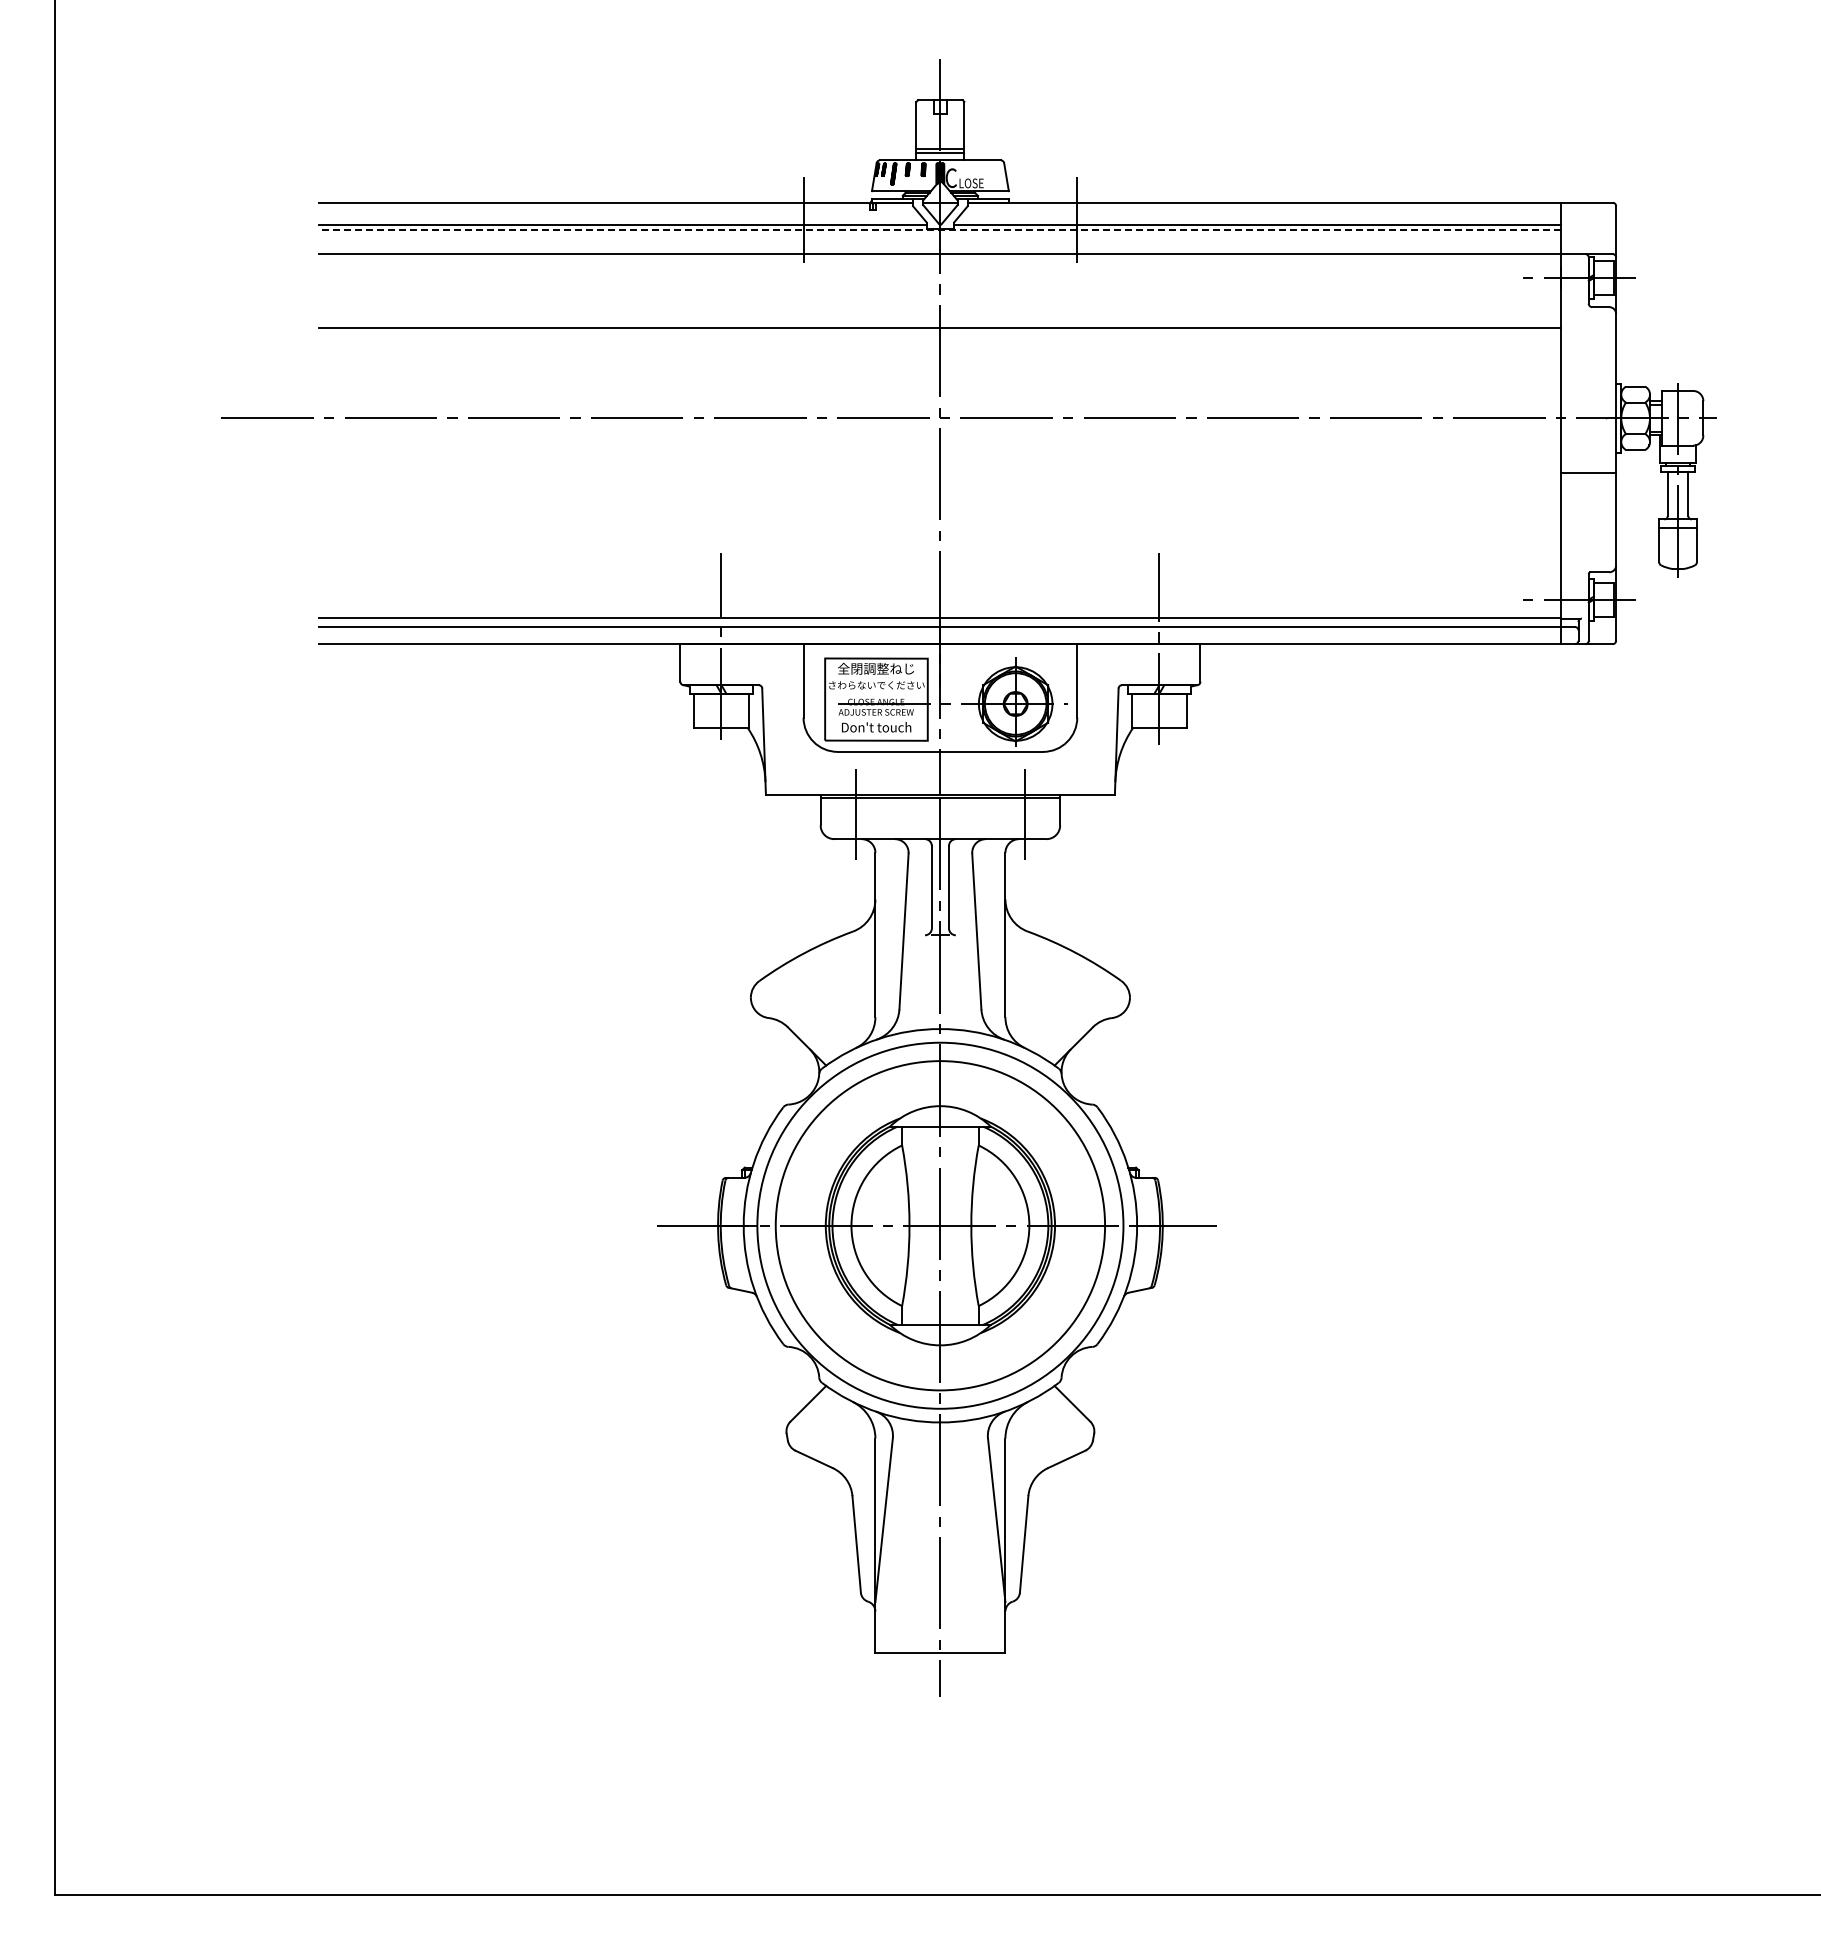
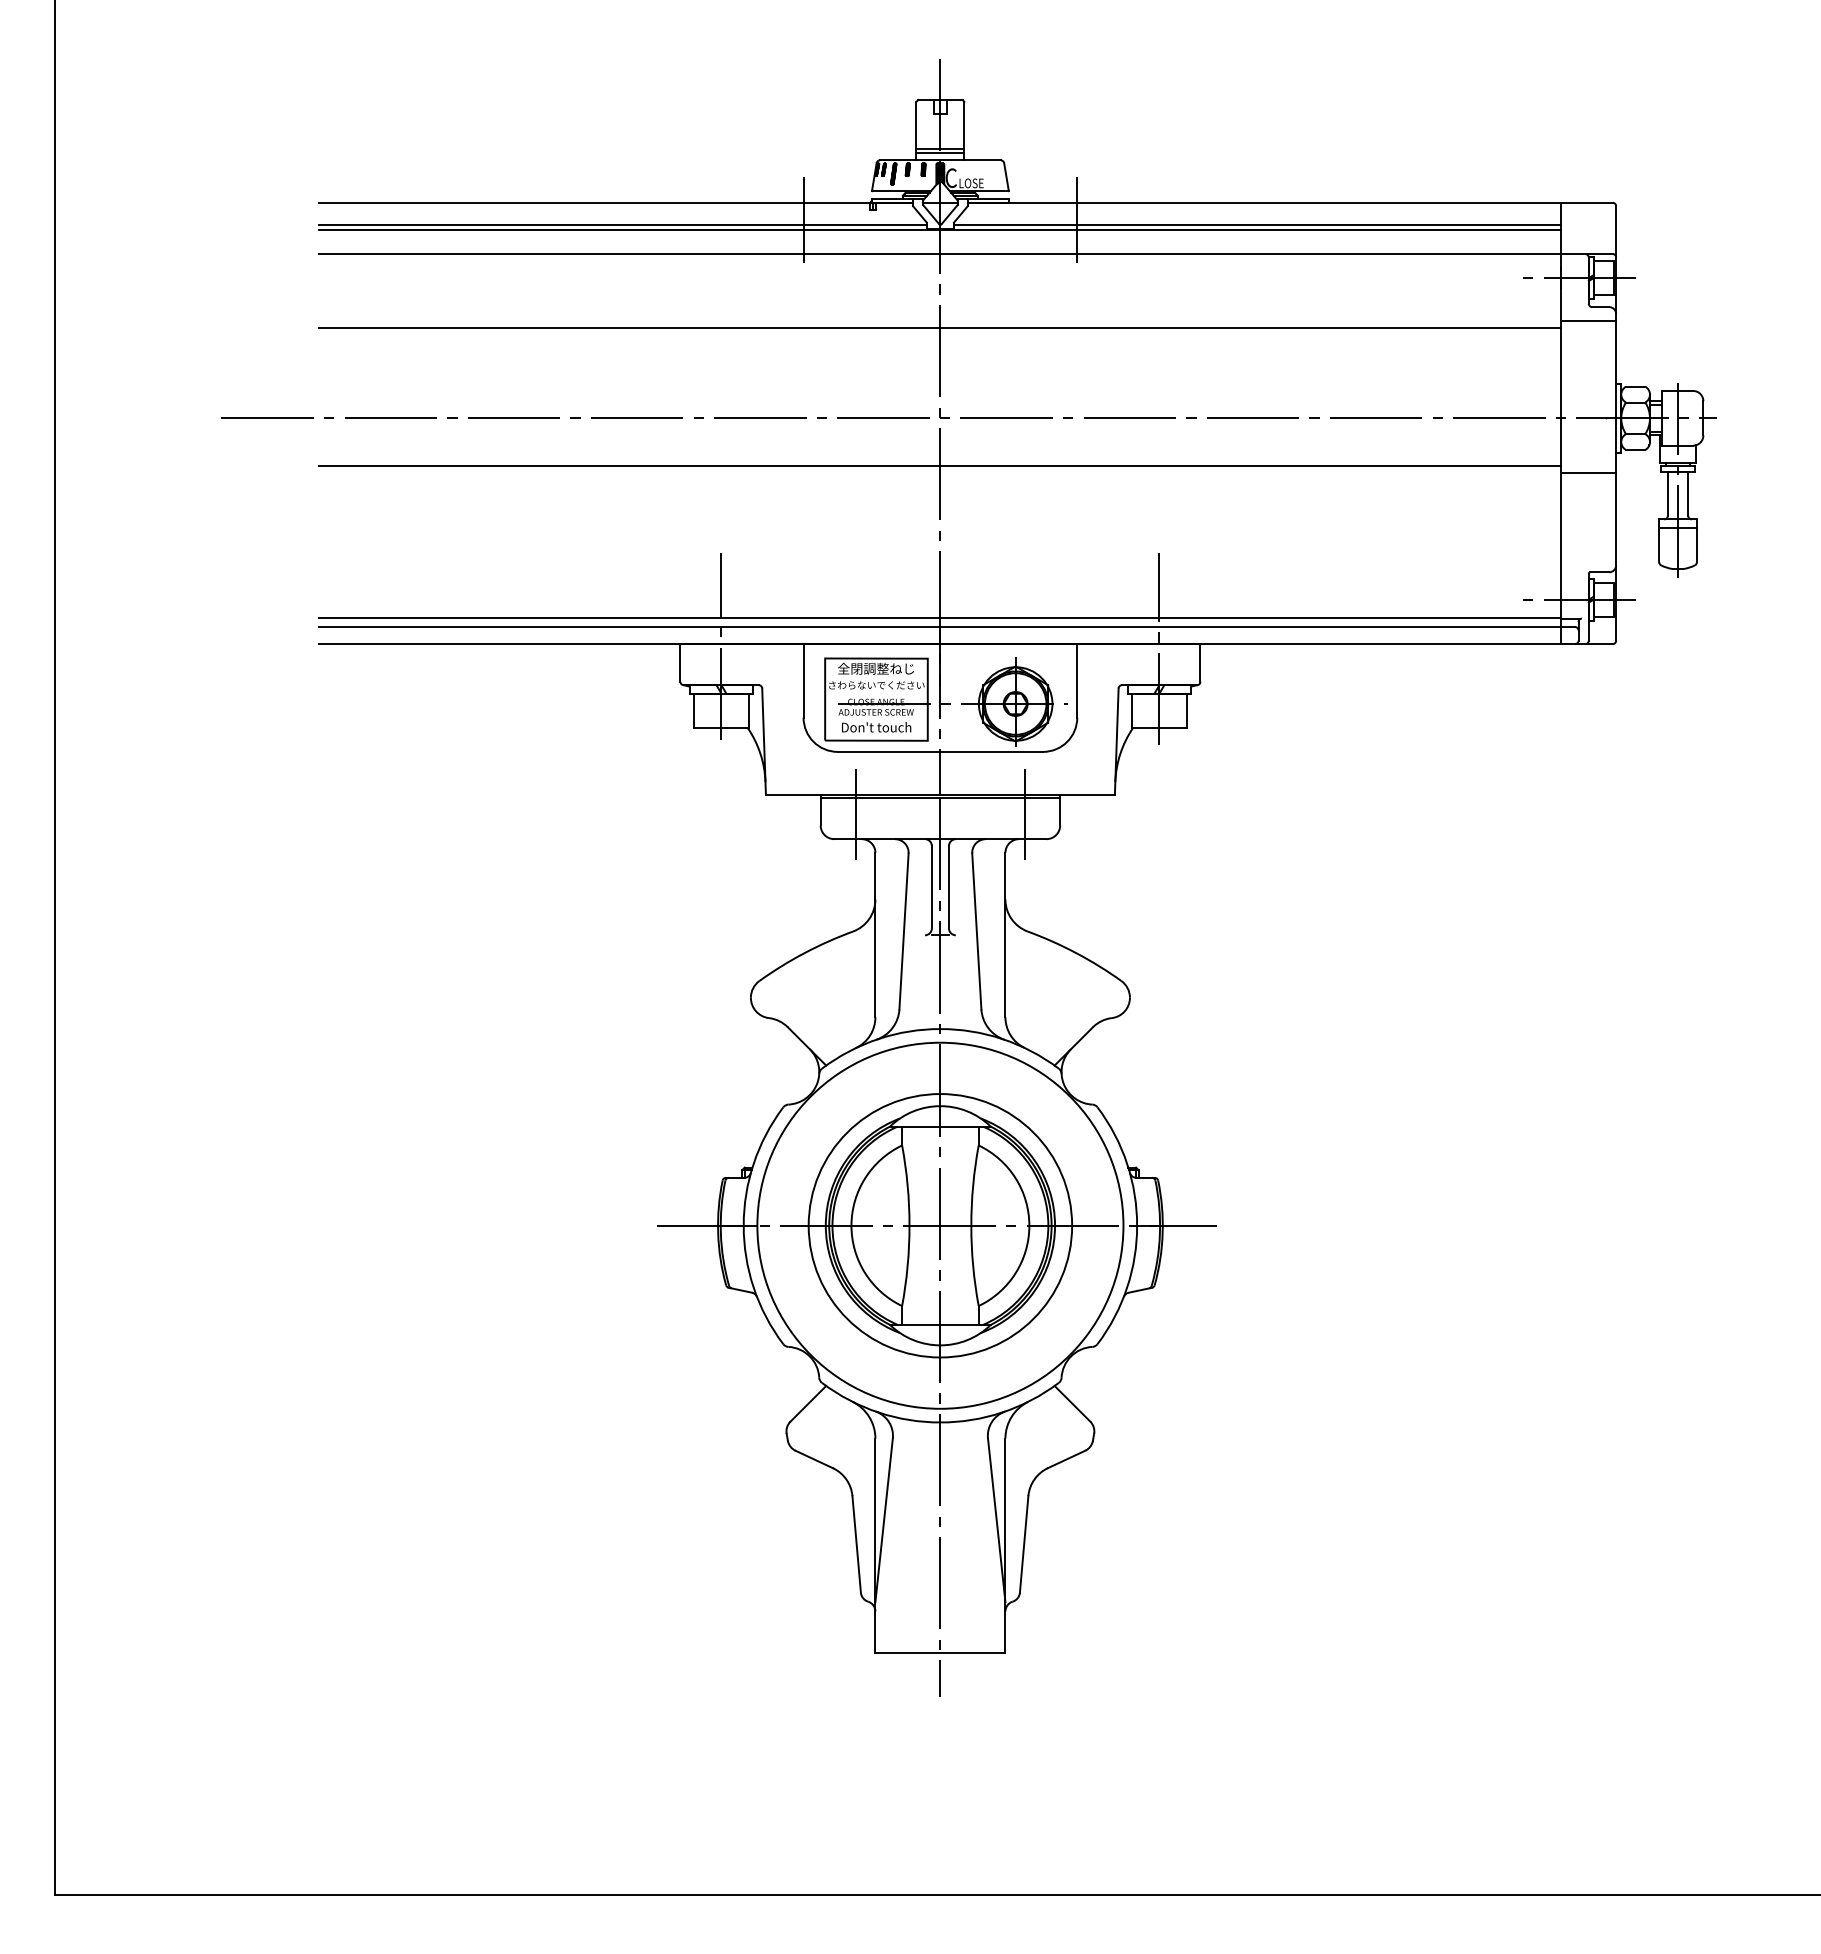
line at (940, 230): dashed -> solid
line at (1588, 321): none -> present
line at (940, 466): none -> present
circle at (940, 1225) diameter: 329 px -> 263 px
